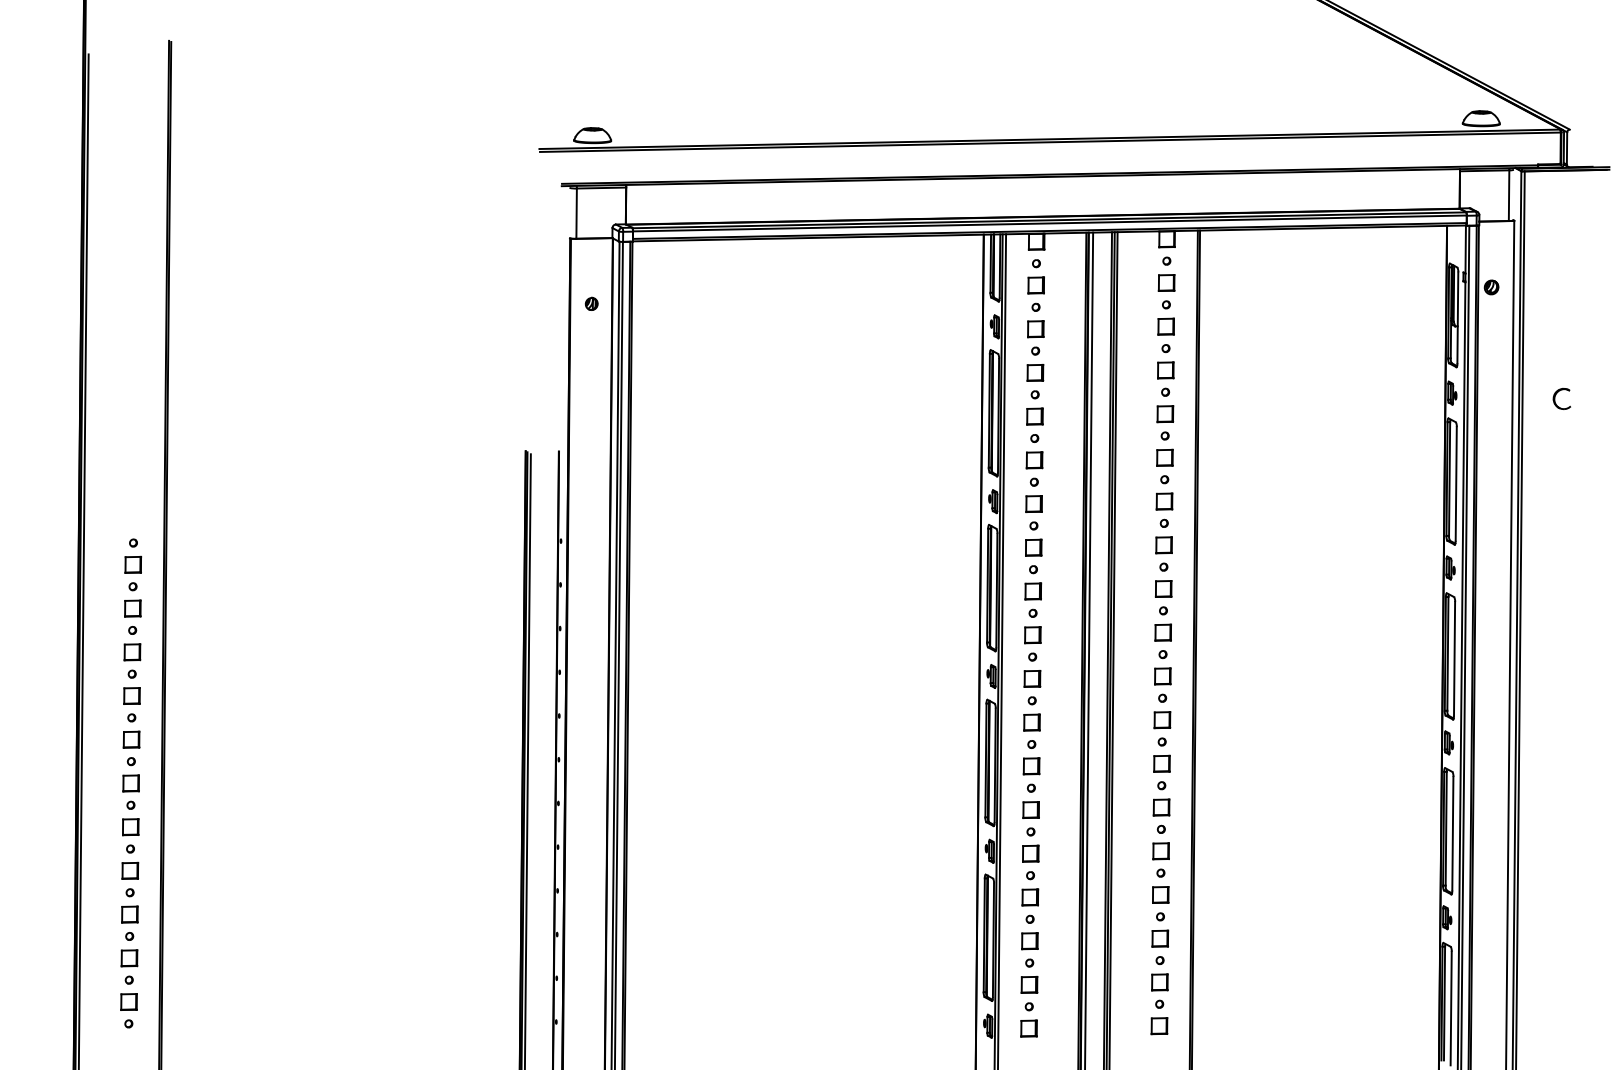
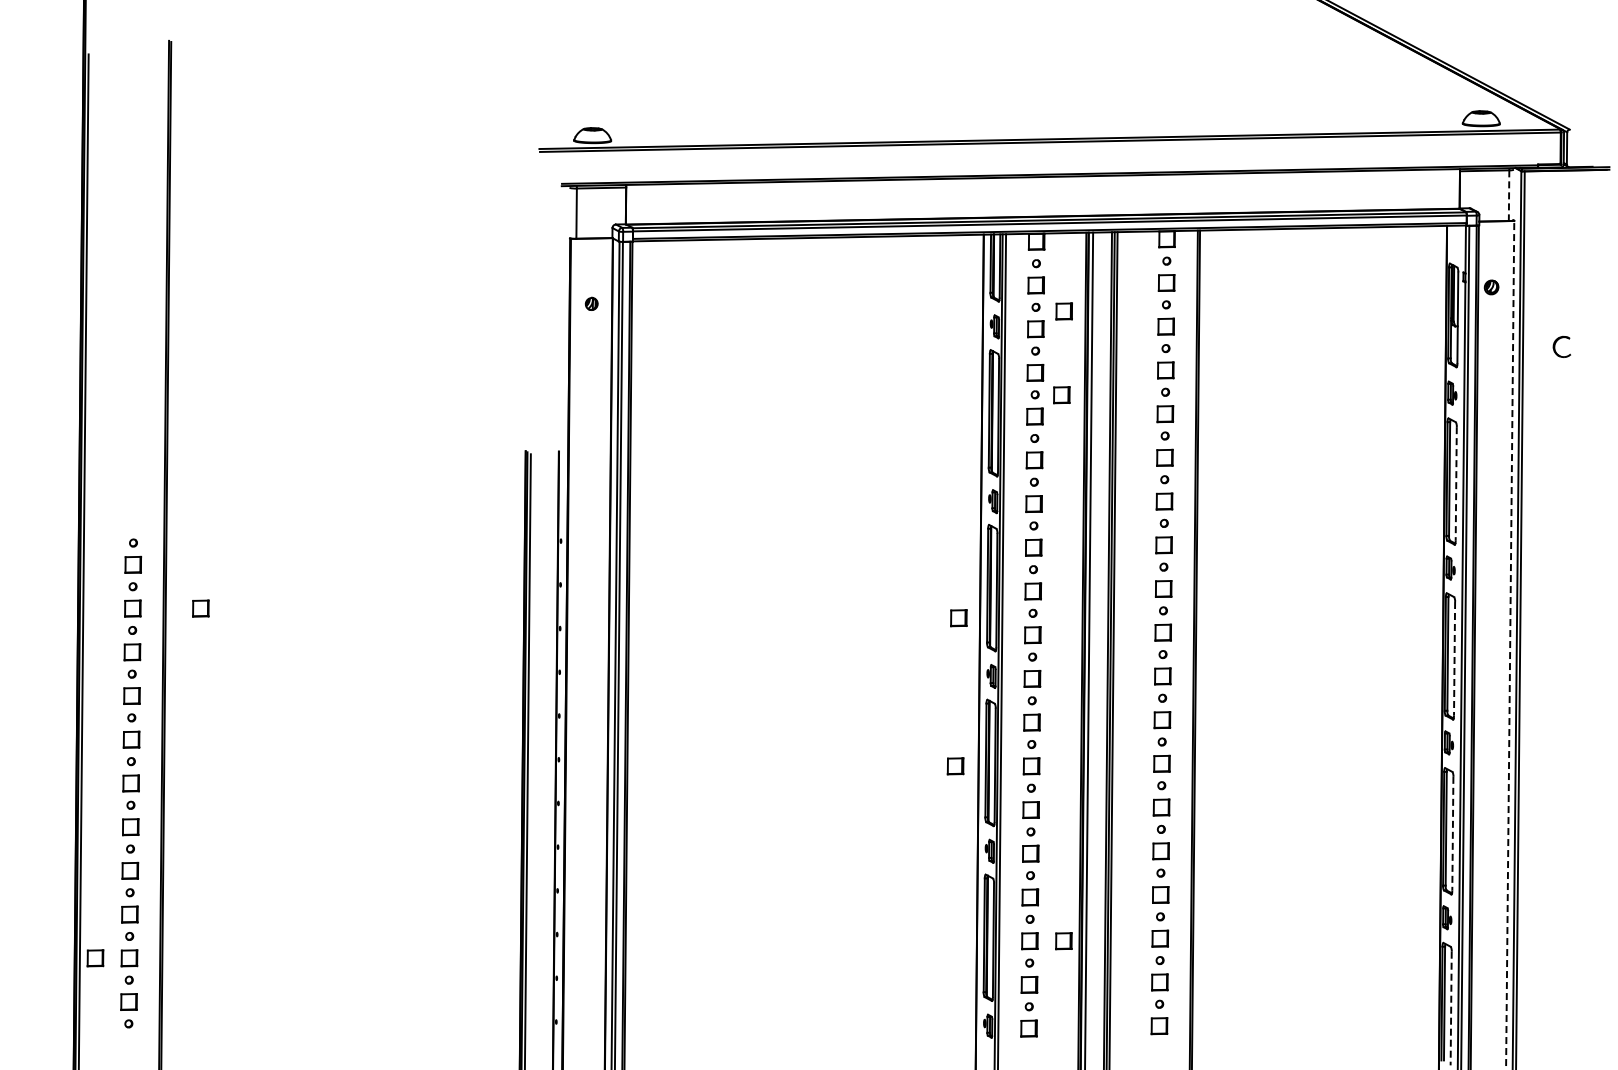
line at (1509, 196): solid -> dashed
part at (1063, 311): none -> present
part at (1061, 395): none -> present
part at (1561, 398) position: (1561, 398) -> (1561, 346)
line at (1456, 483): solid -> dashed
part at (200, 608): none -> present
part at (958, 618): none -> present
line at (1510, 644): solid -> dashed
line at (1454, 658): solid -> dashed
part at (955, 766): none -> present
line at (1452, 833): solid -> dashed
part at (1063, 941): none -> present
part at (95, 958): none -> present
line at (1451, 1008): solid -> dashed
